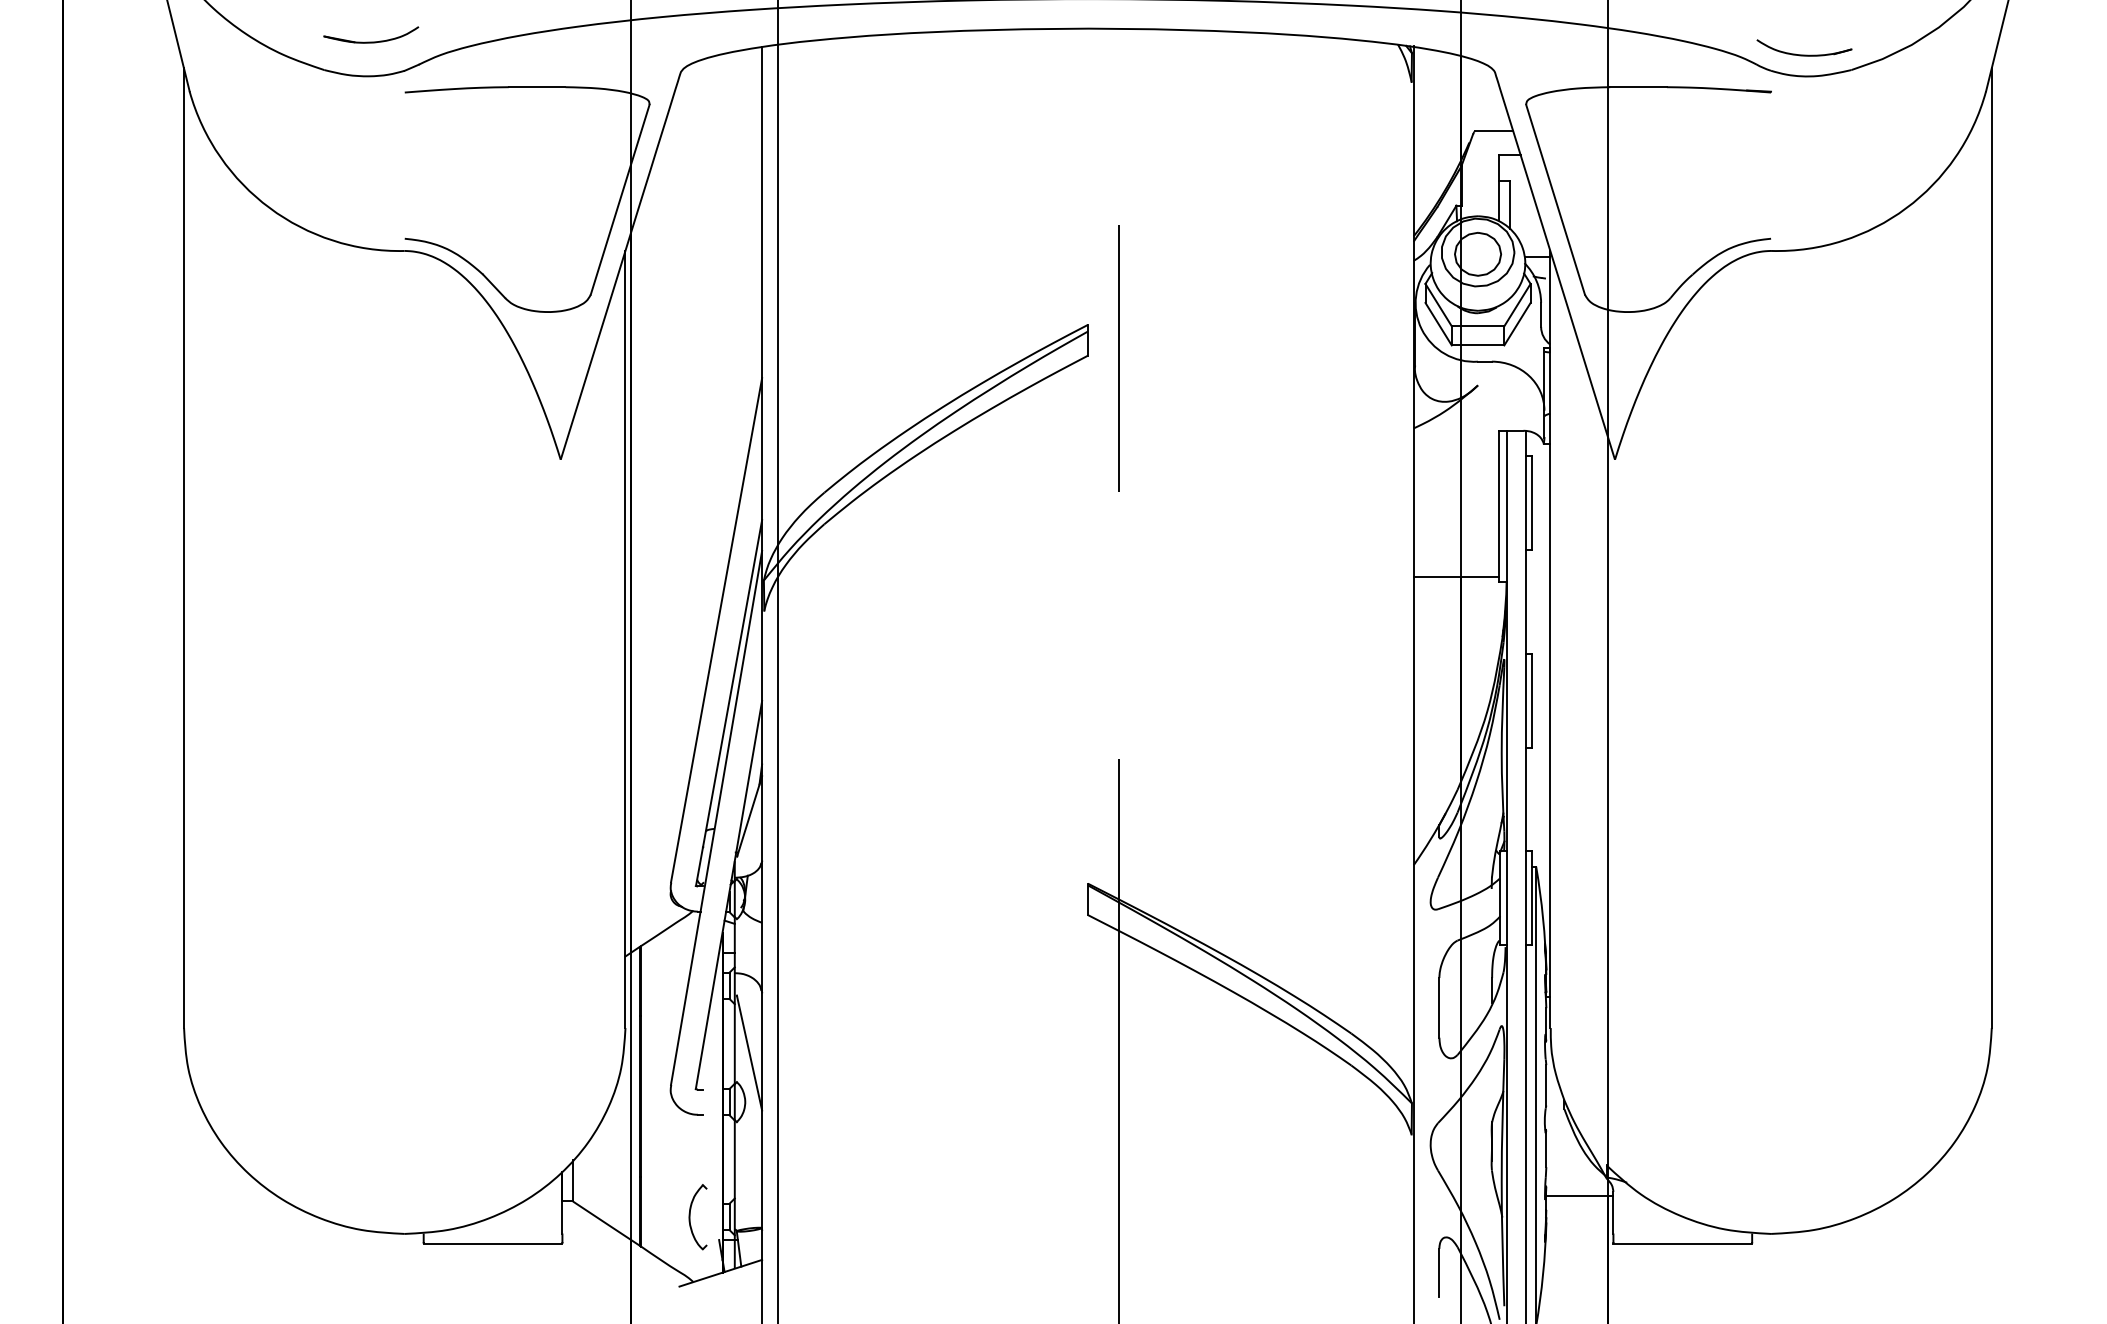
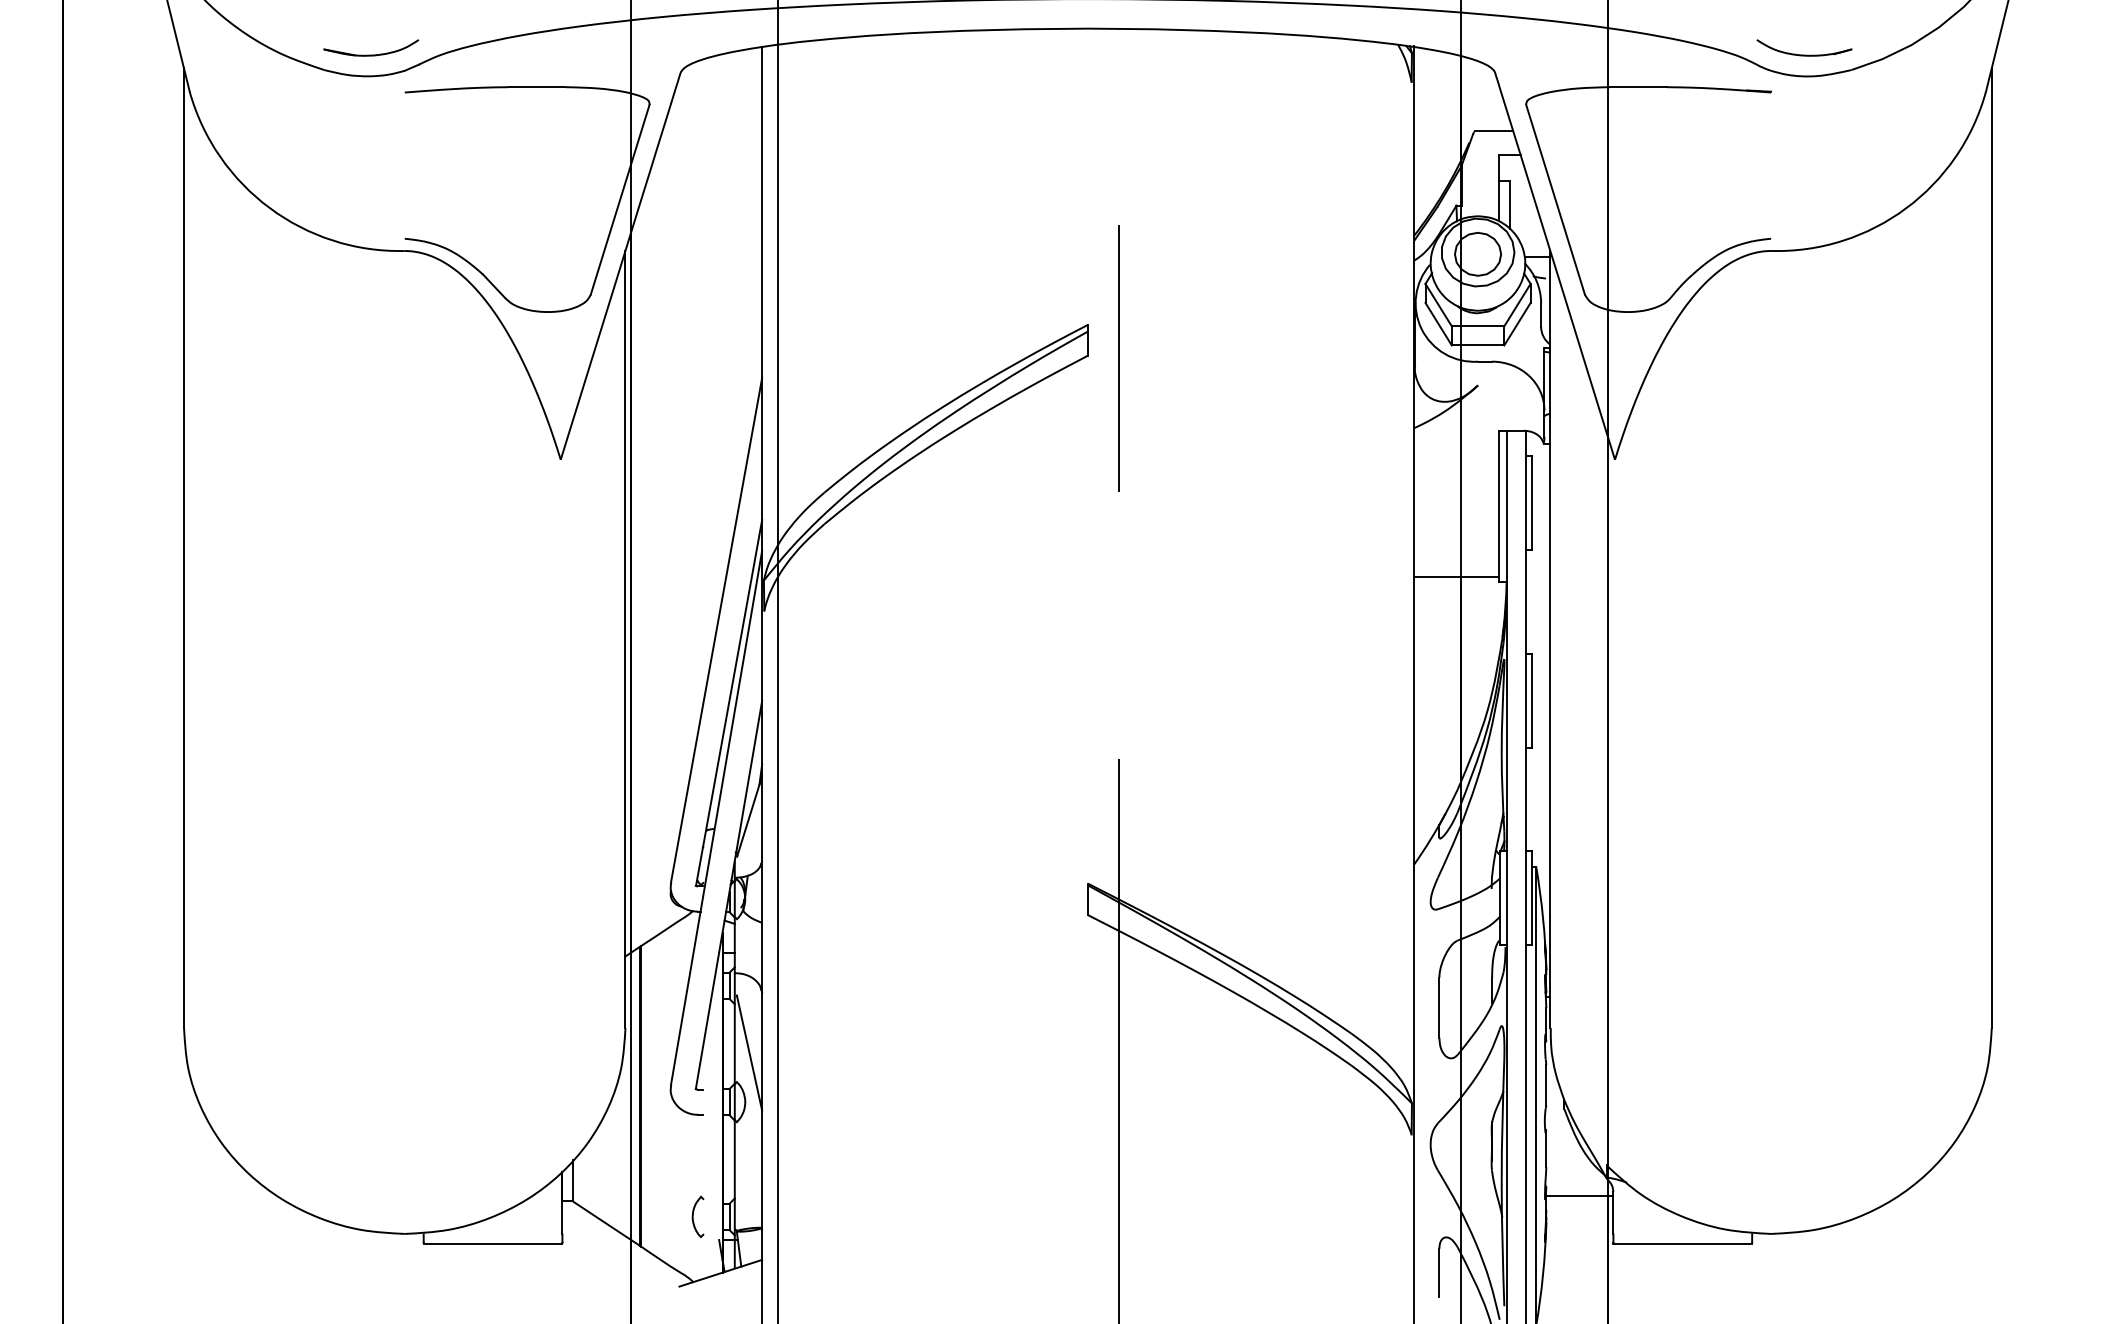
part at (371, 41) position: (371, 41) -> (371, 54)
part at (697, 1217) size: 20x67 px -> 14x43 px
